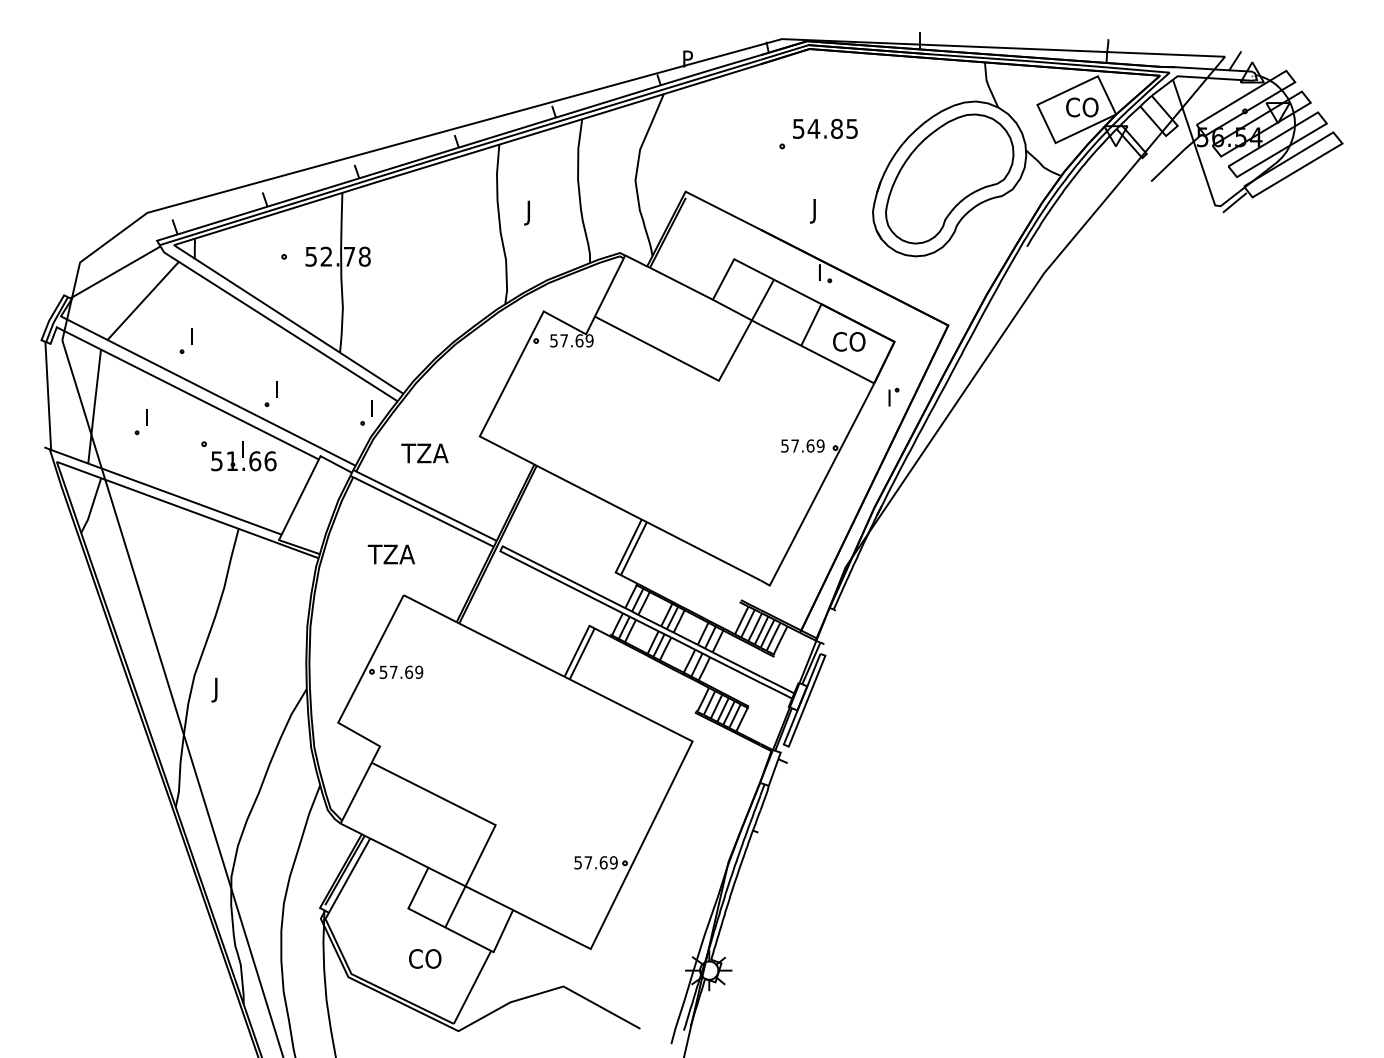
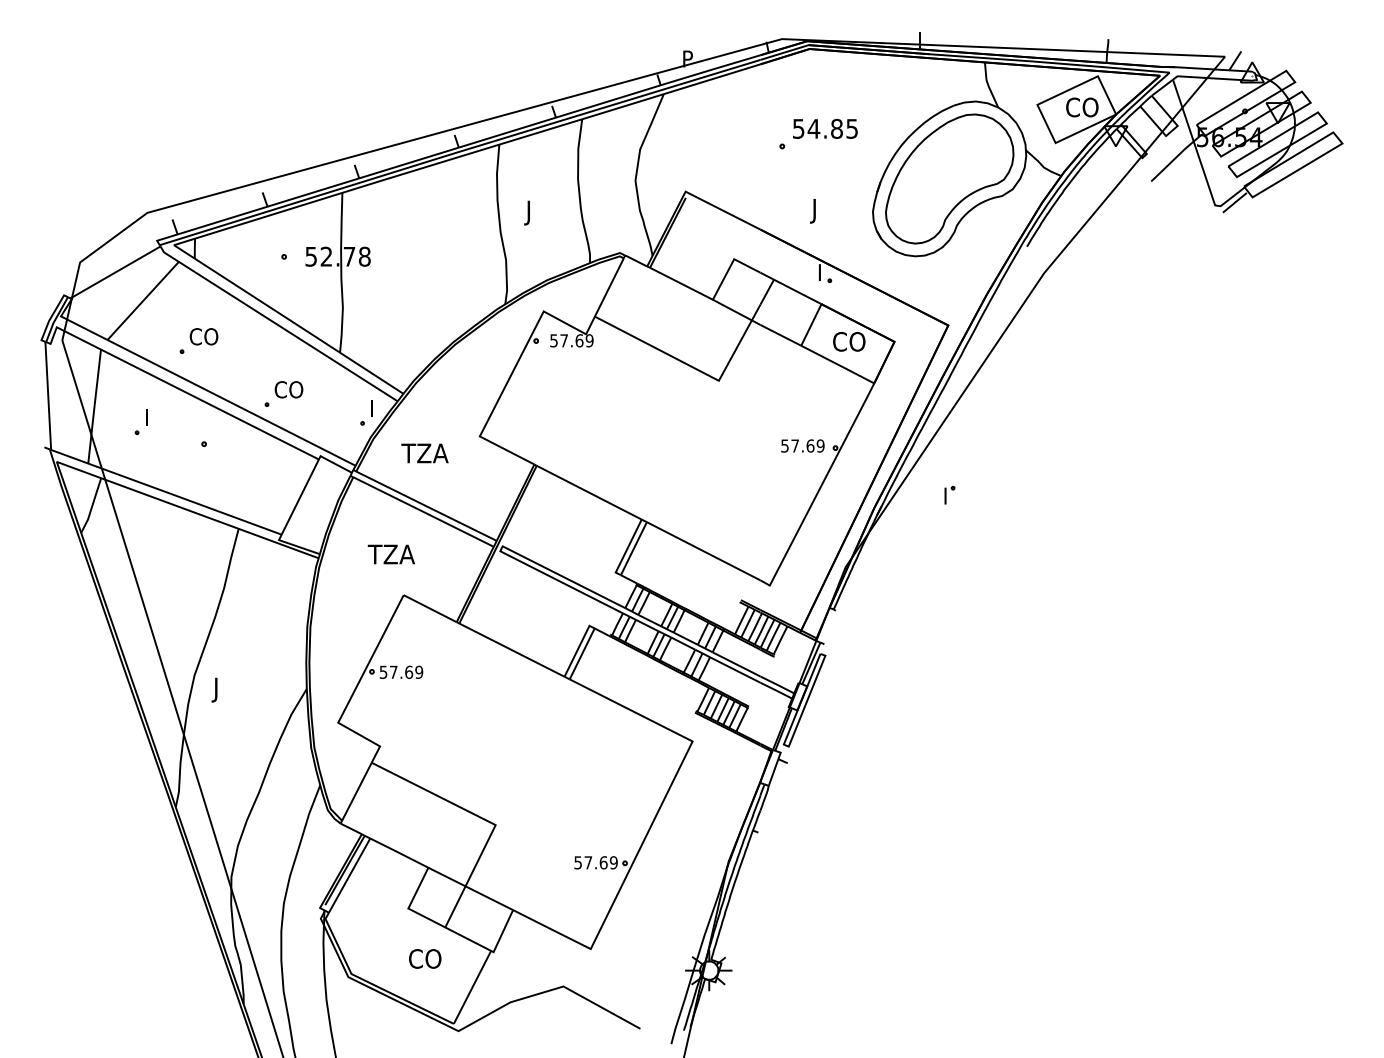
text at (203, 336): I -> CO
text at (288, 389): I -> CO
part at (893, 396) position: (893, 396) -> (949, 494)
part at (243, 456): present -> none
